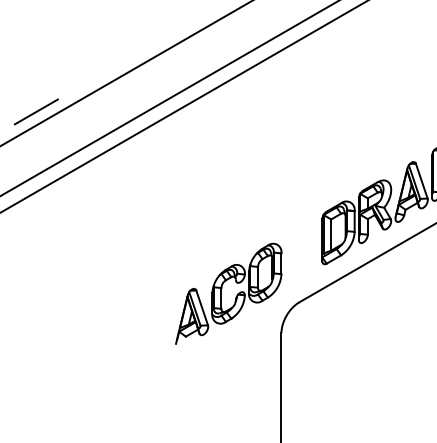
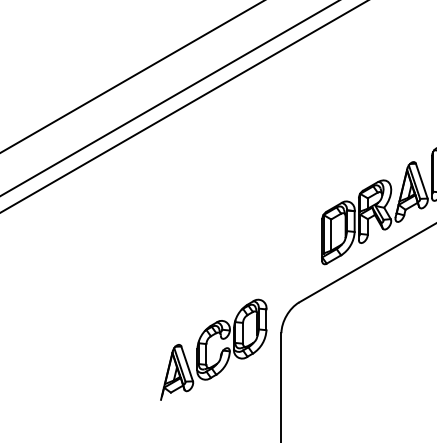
line at (126, 73) position: (126, 73) -> (131, 77)
line at (35, 111): present -> none
part at (221, 293) position: (221, 293) -> (206, 349)
